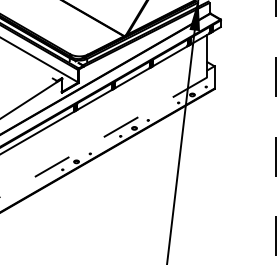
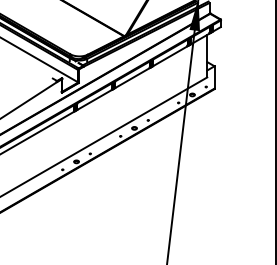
line at (276, 132): dashed -> solid
line at (103, 137): dashed -> solid
